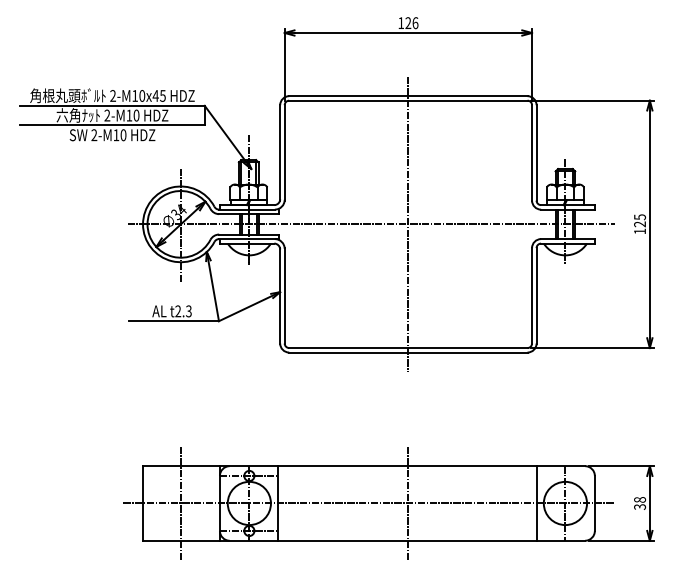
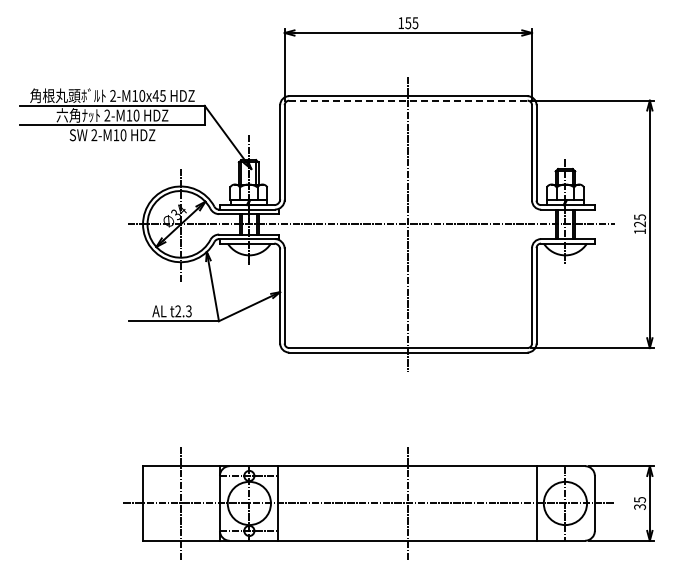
text at (411, 23): 126 -> 155
line at (408, 100): solid -> dashed
text at (639, 499): 38 -> 35
